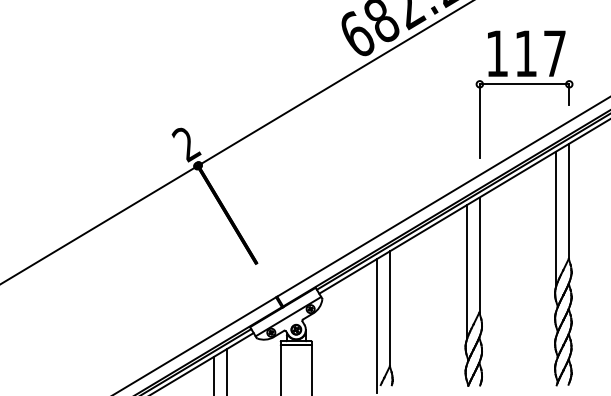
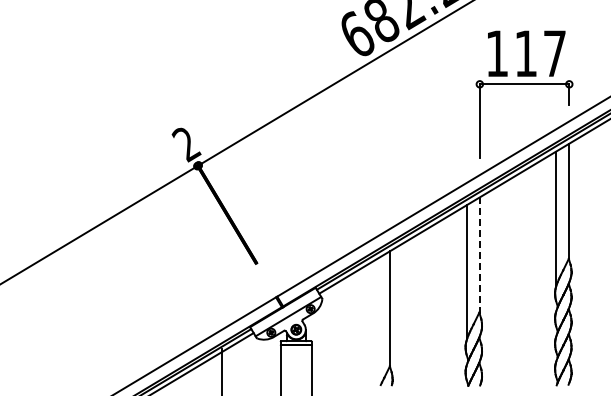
line at (479, 255): solid -> dashed
line at (377, 325): present -> none
line at (227, 370) position: (227, 370) -> (222, 370)
line at (214, 374): present -> none
